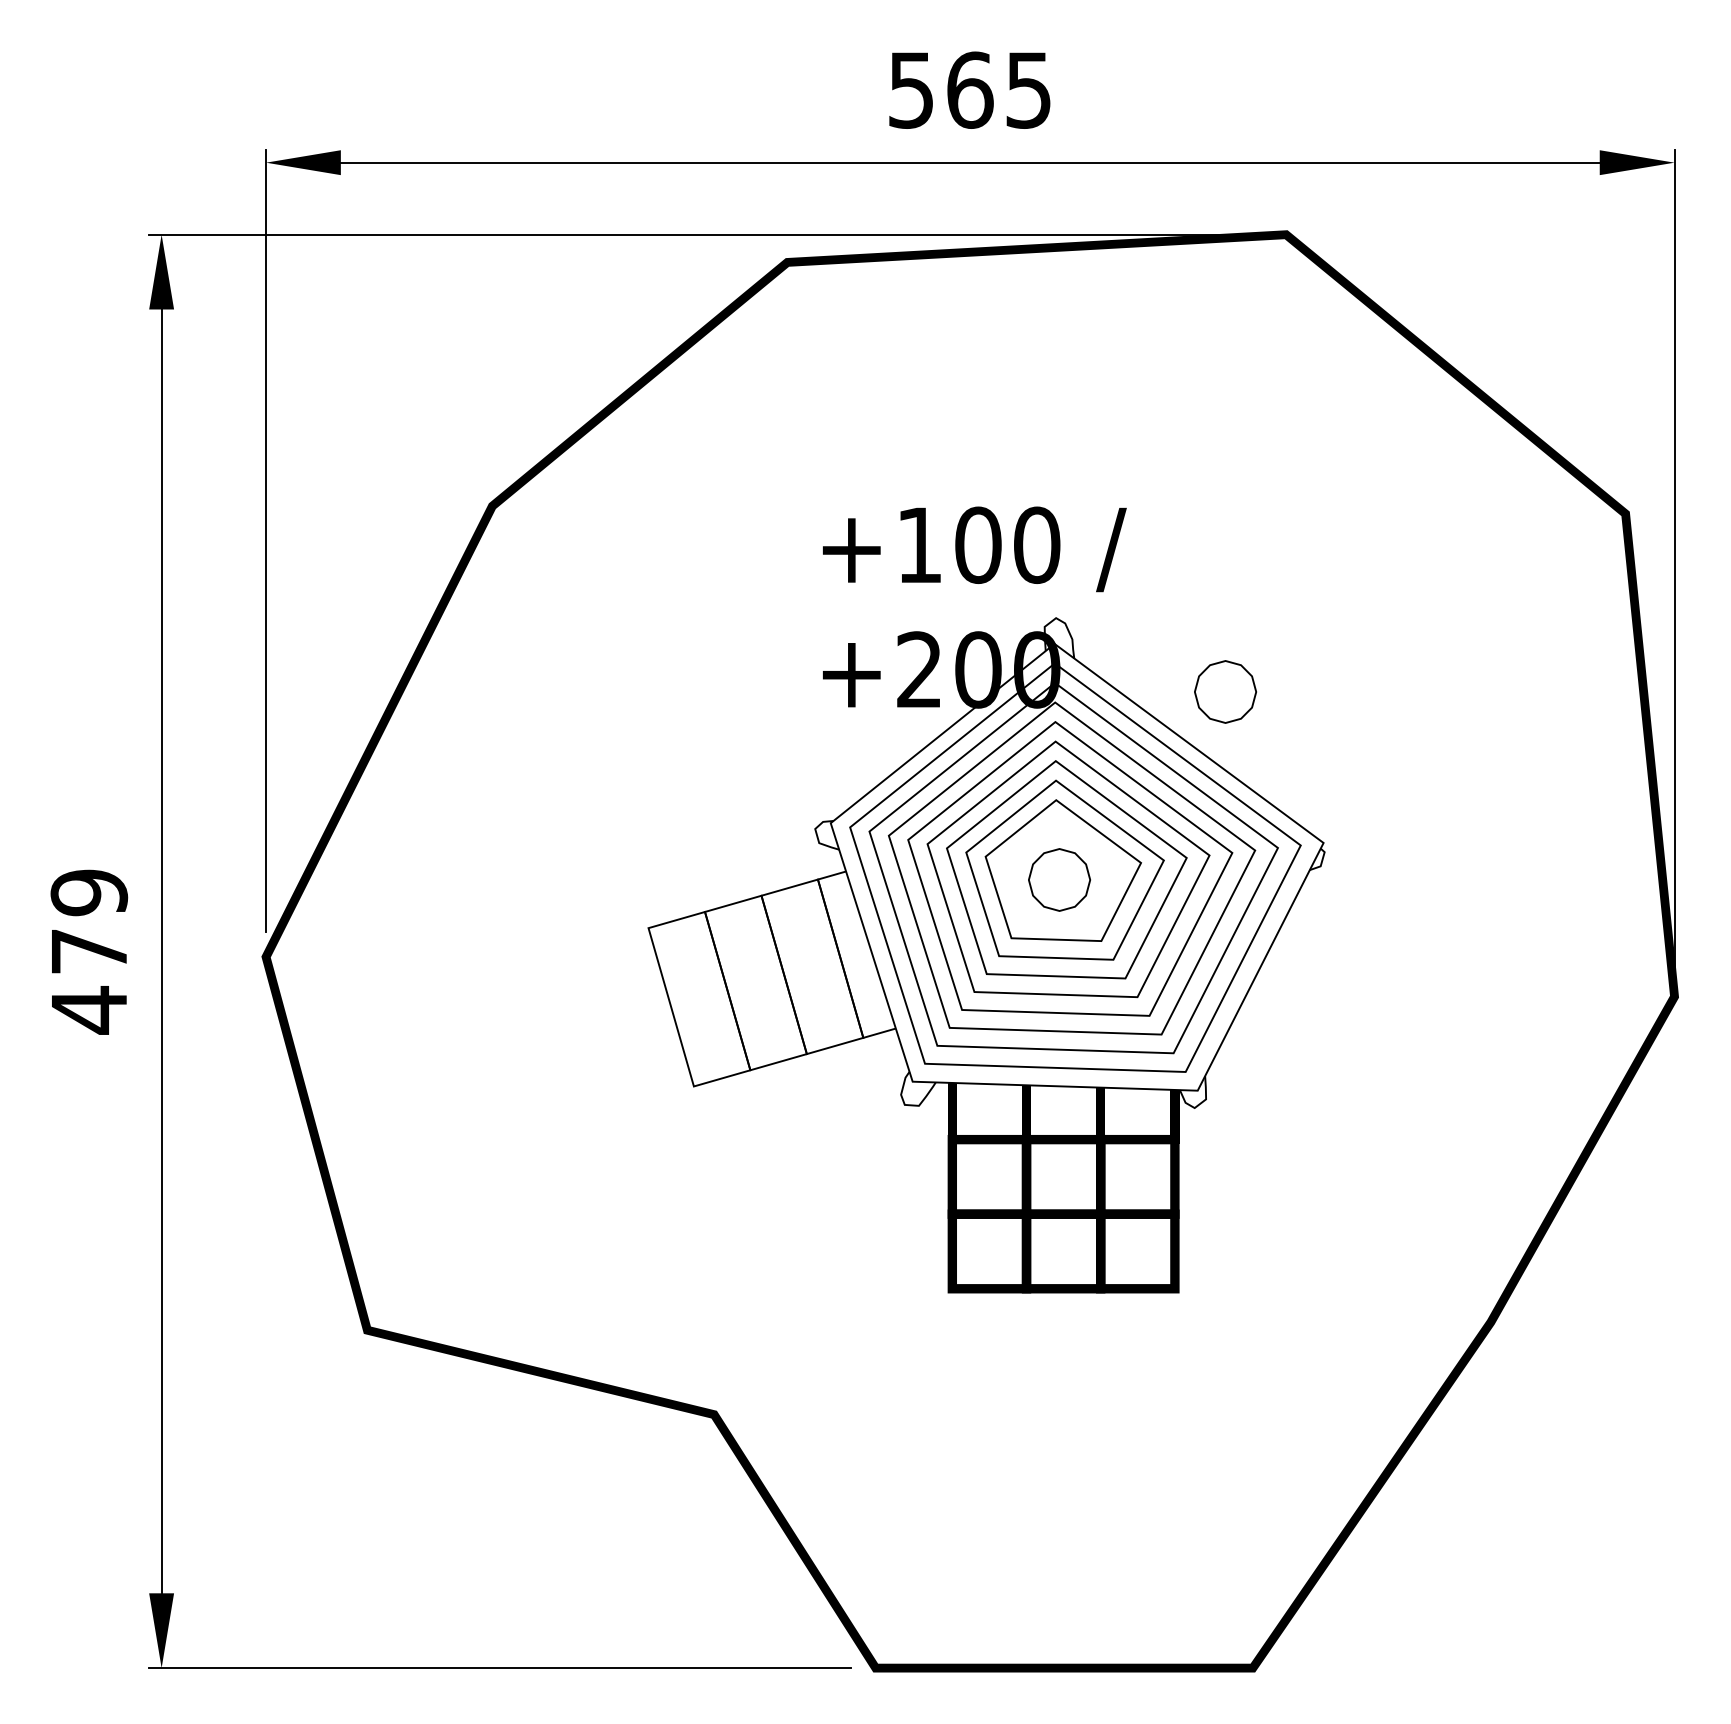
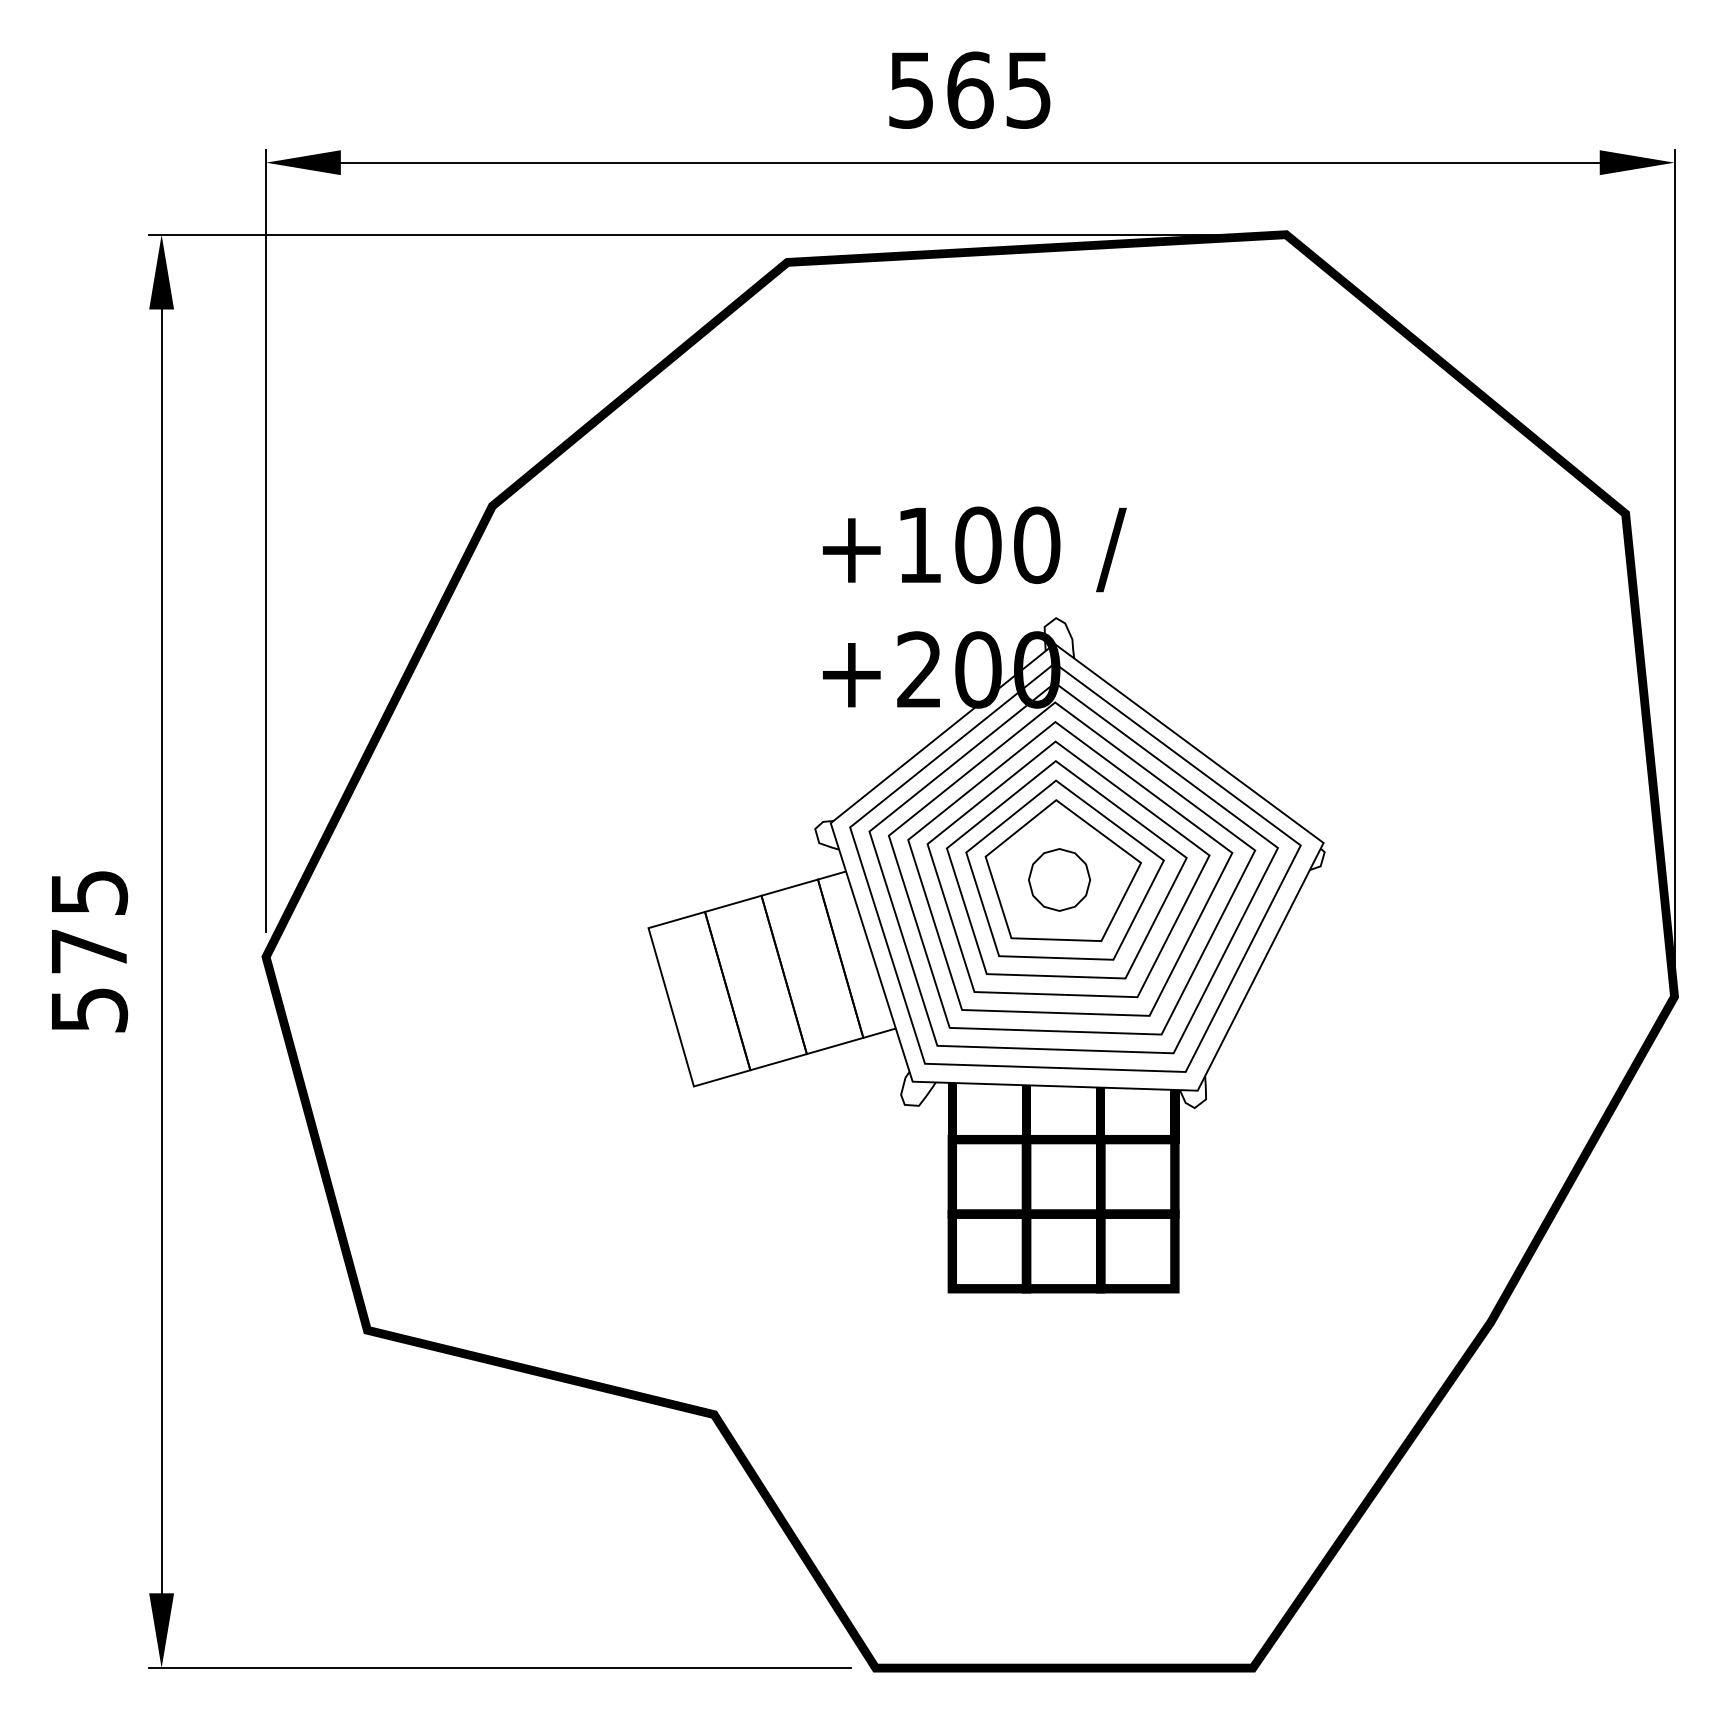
part at (1225, 691): present -> none
text at (89, 951): 479 -> 575
